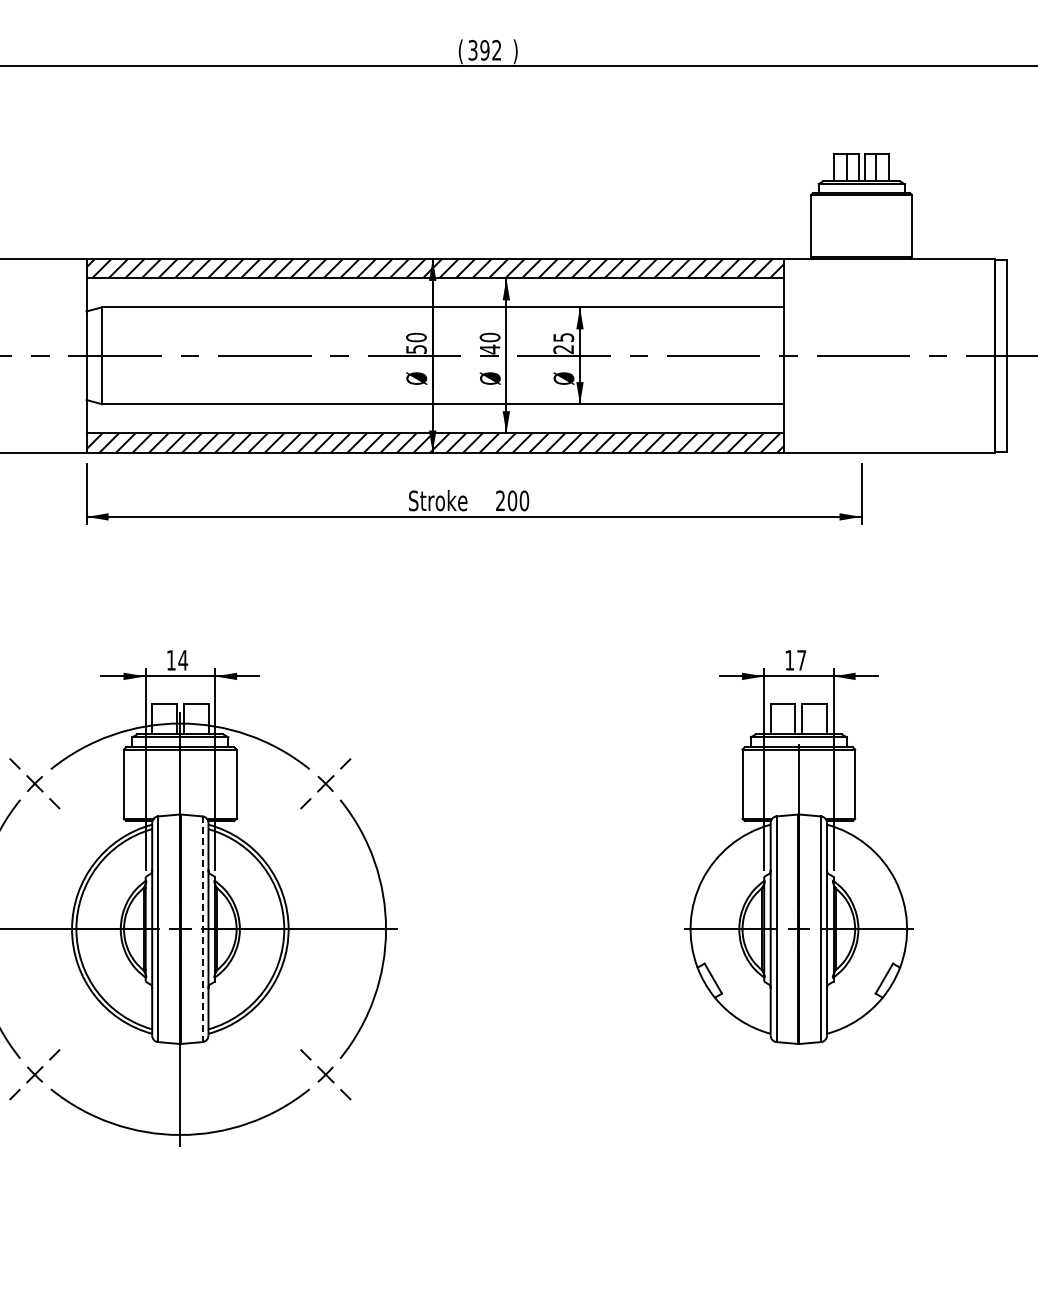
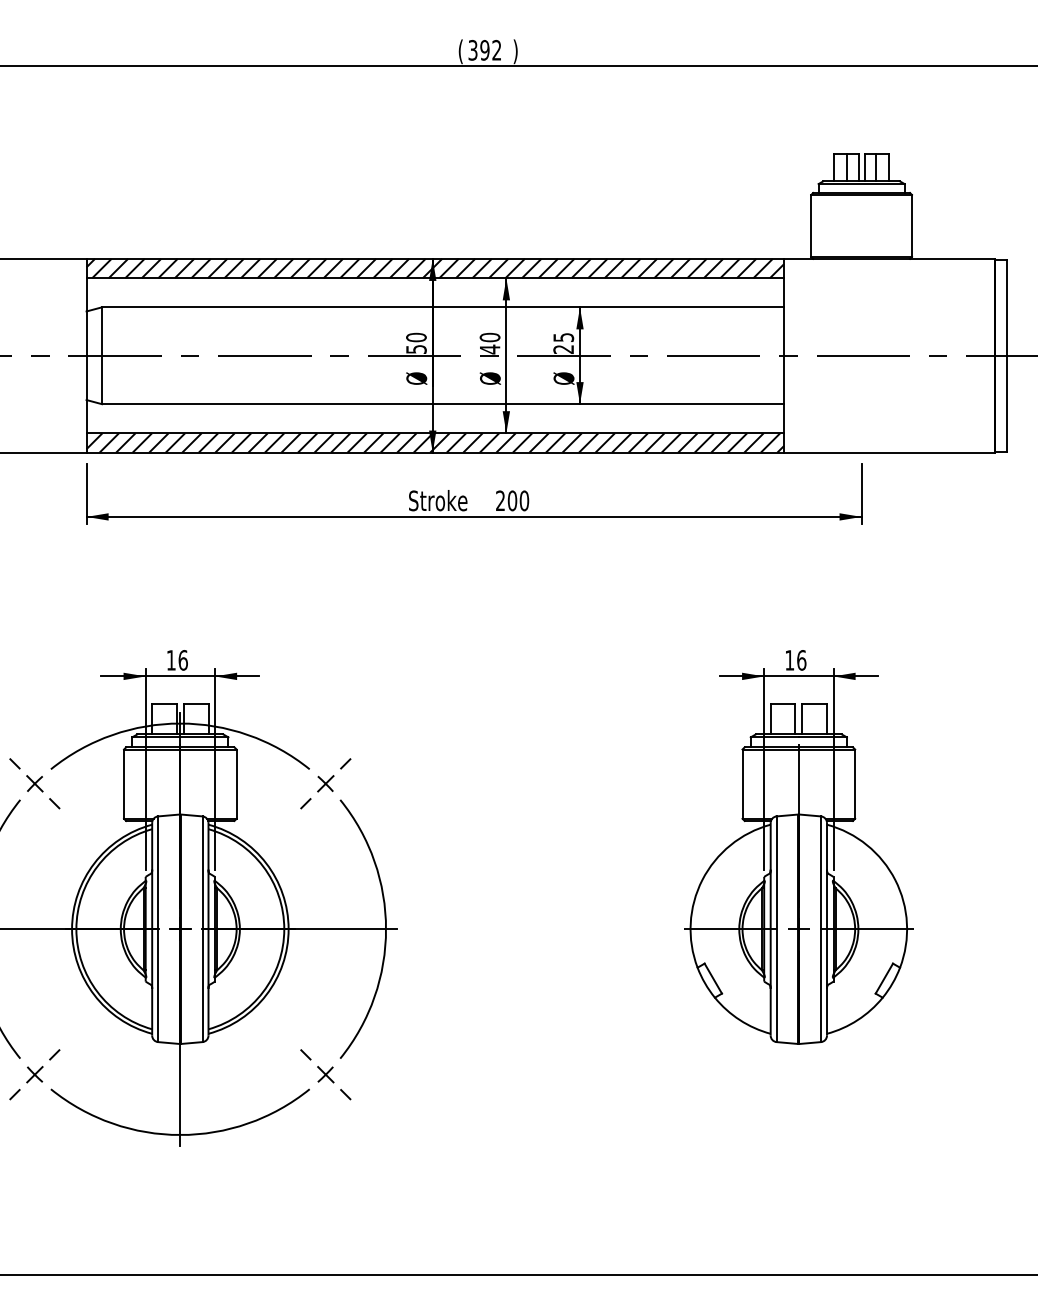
text at (183, 660): 14 -> 16
text at (801, 660): 17 -> 16
line at (202, 929): dashed -> solid
line at (518, 1274): none -> present
